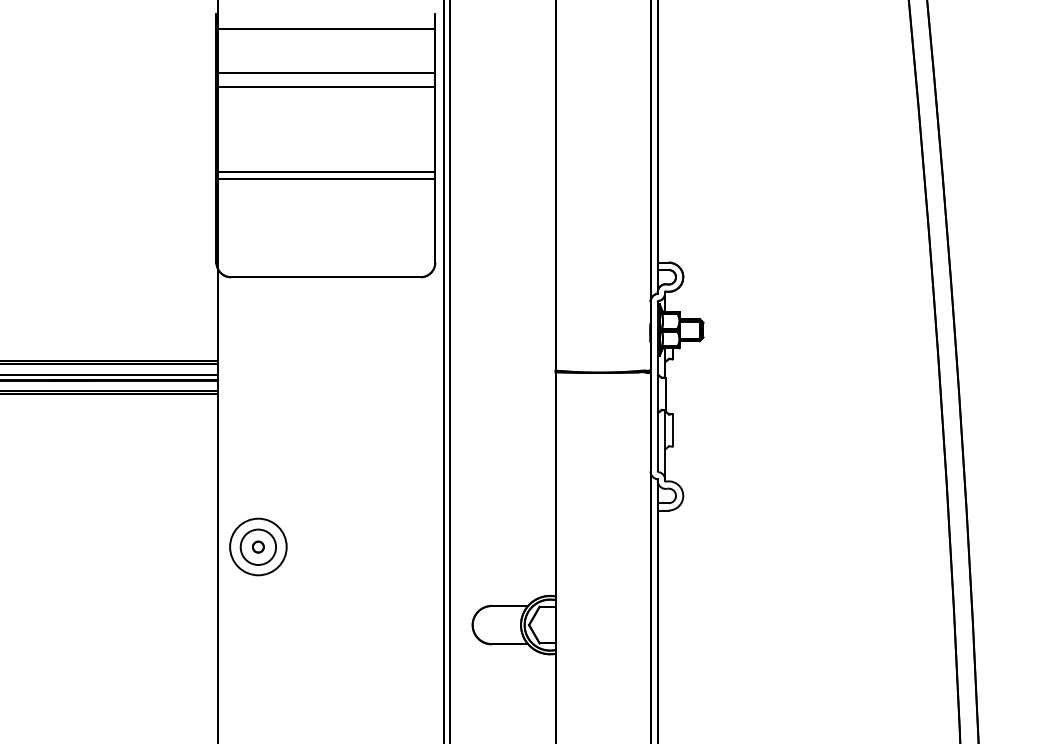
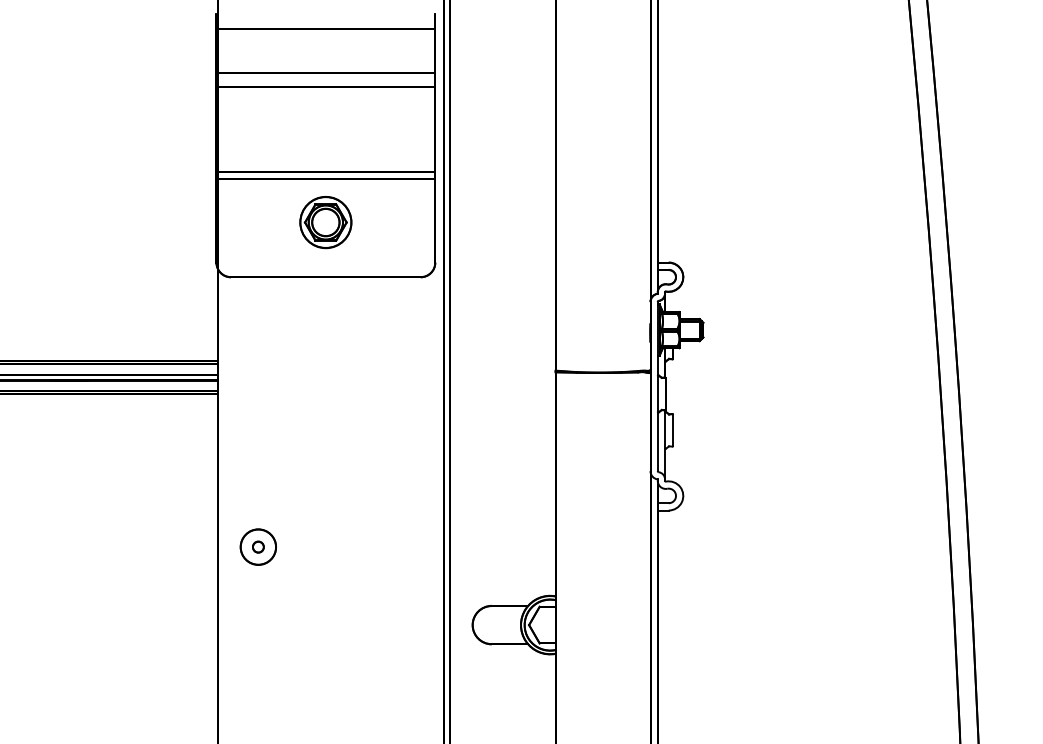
part at (325, 222): none -> present
circle at (258, 546) diameter: 57 px -> 35 px
